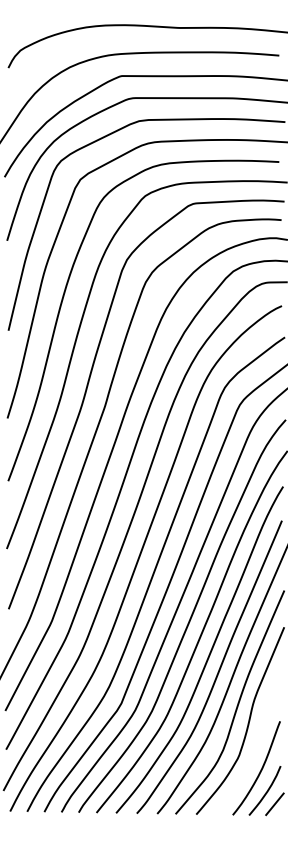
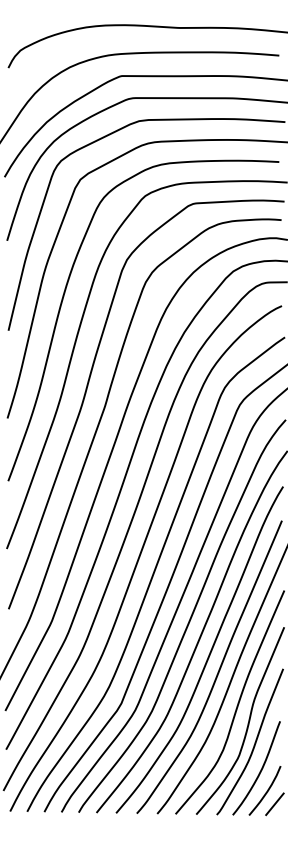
curve at (254, 742): none -> present
